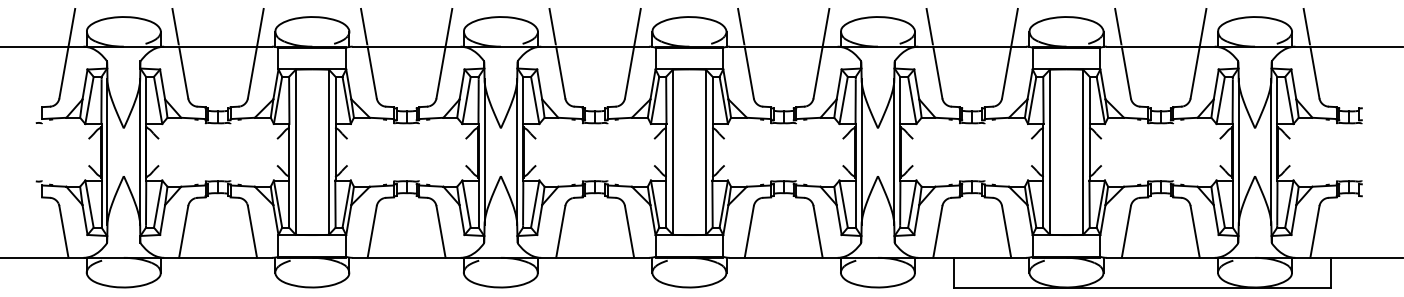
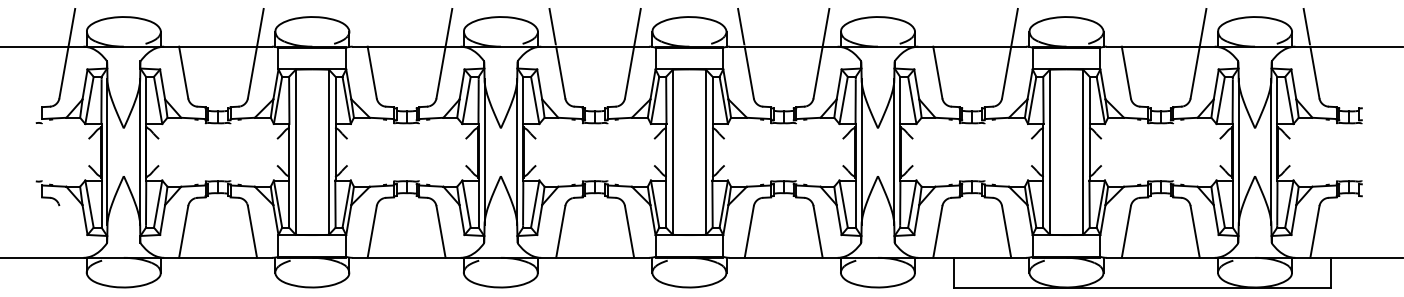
line at (175, 26): present -> none
line at (364, 26): present -> none
line at (929, 26): present -> none
line at (1118, 26): present -> none
line at (63, 231): present -> none
